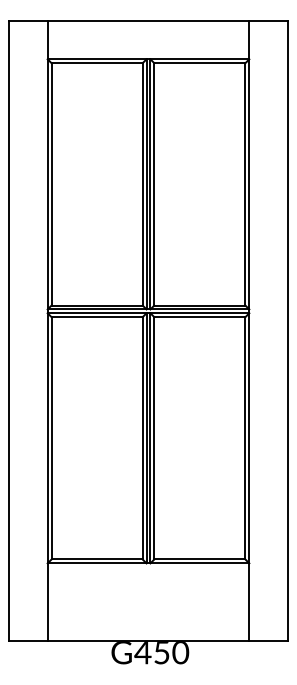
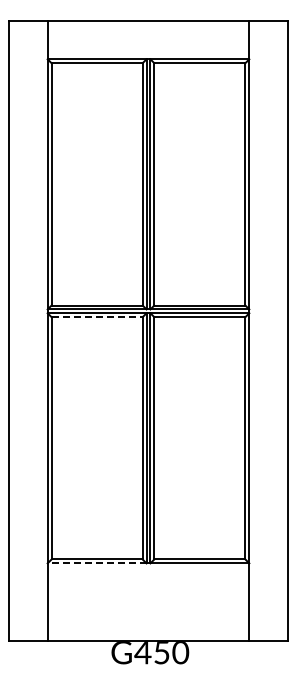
line at (97, 317): solid -> dashed
line at (96, 563): solid -> dashed
